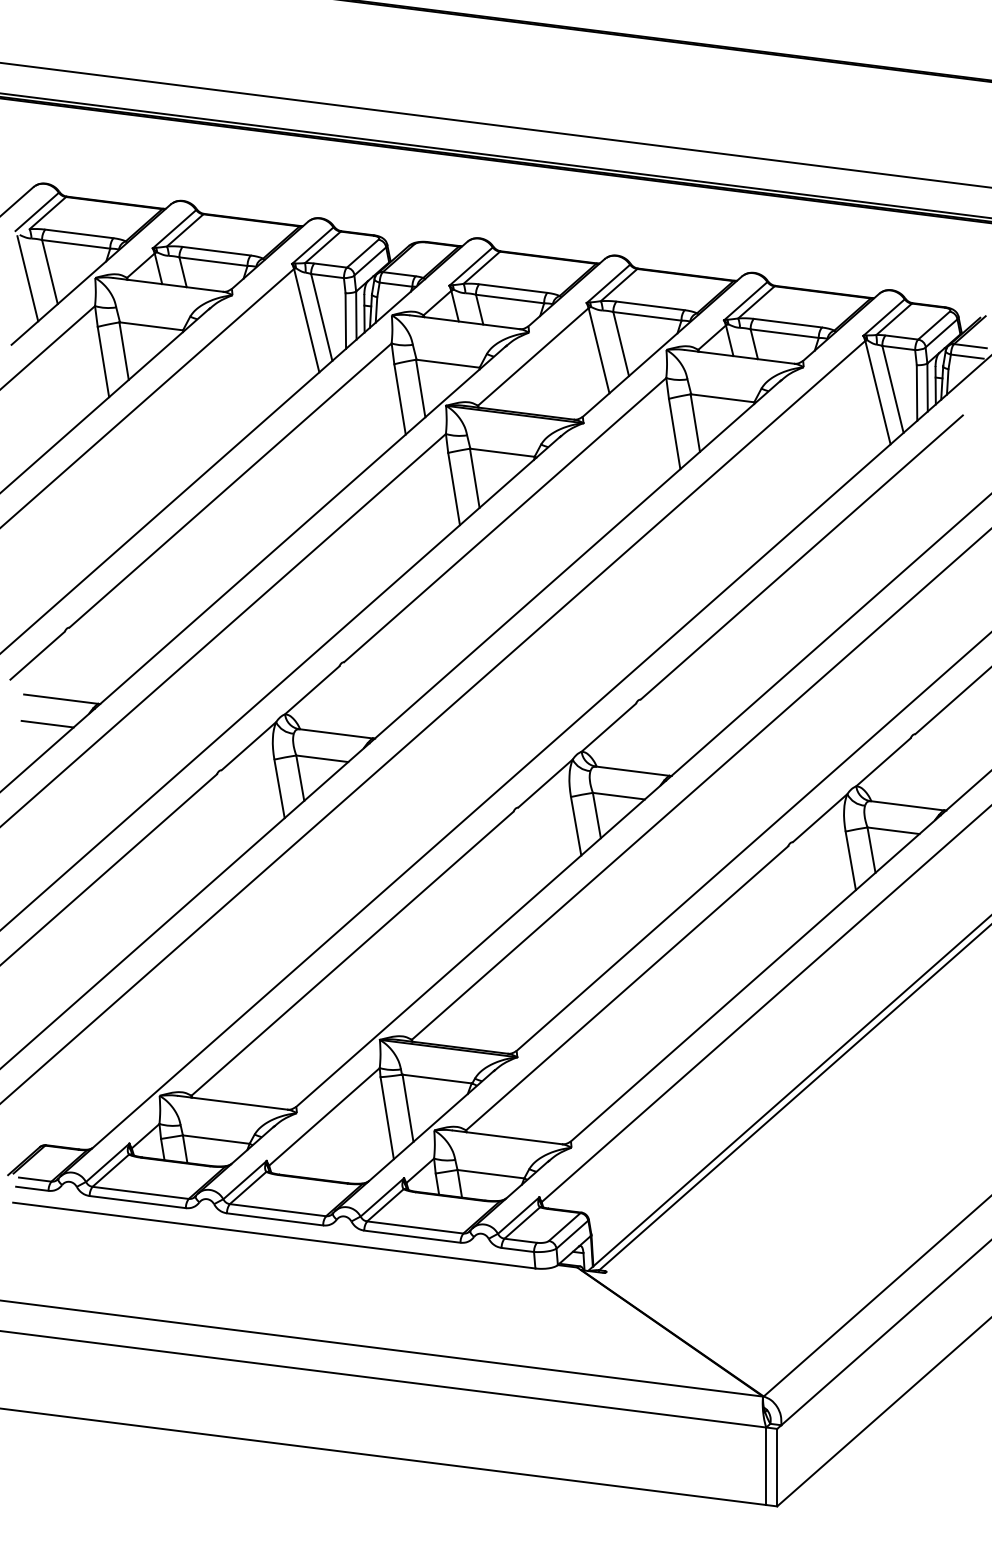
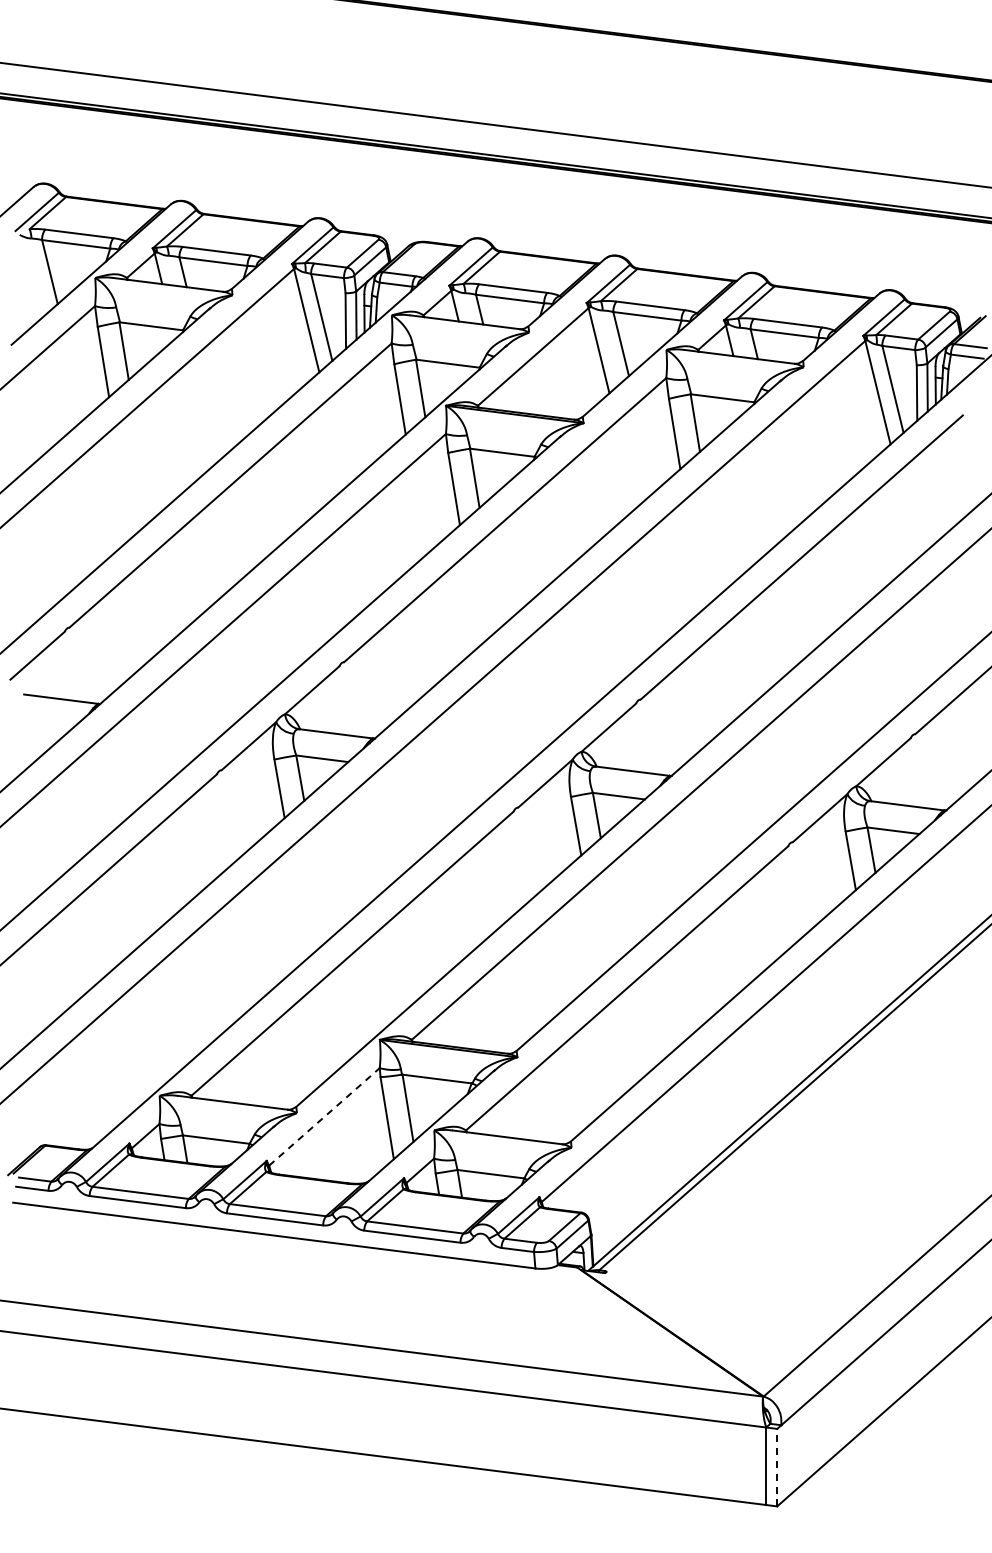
line at (27, 278): present -> none
line at (47, 723): present -> none
line at (324, 1116): solid -> dashed
line at (777, 1467): solid -> dashed
